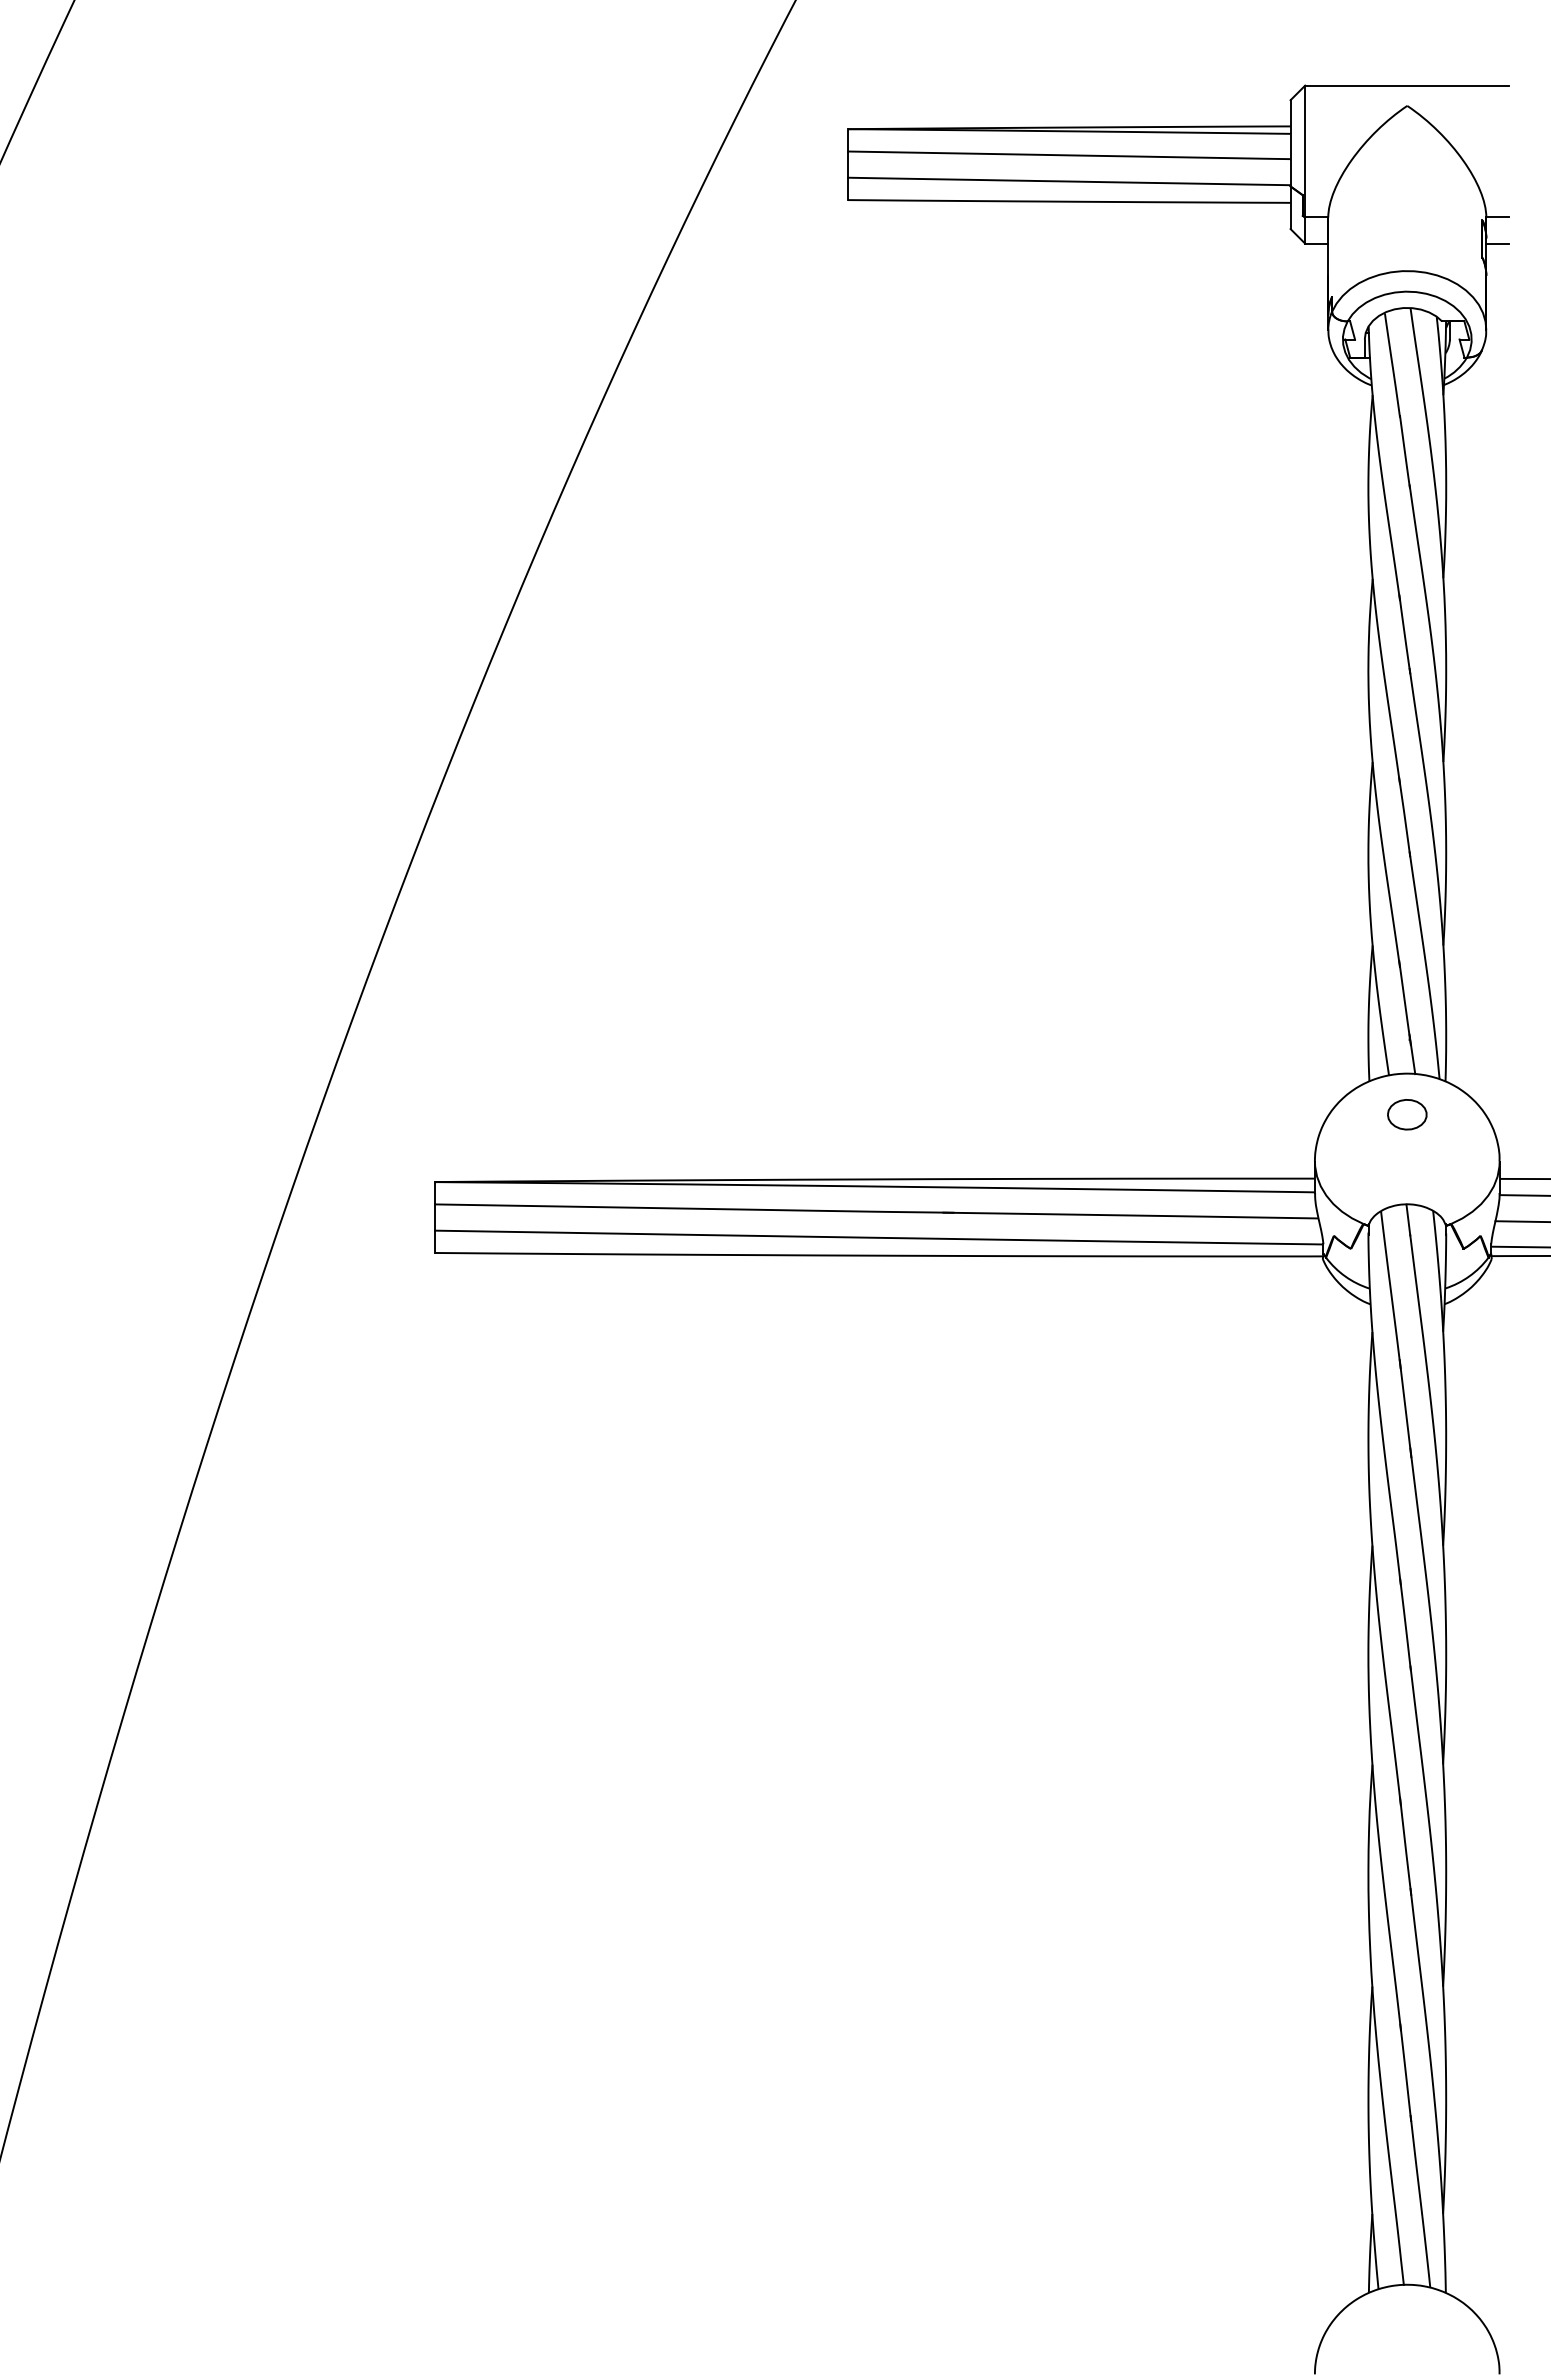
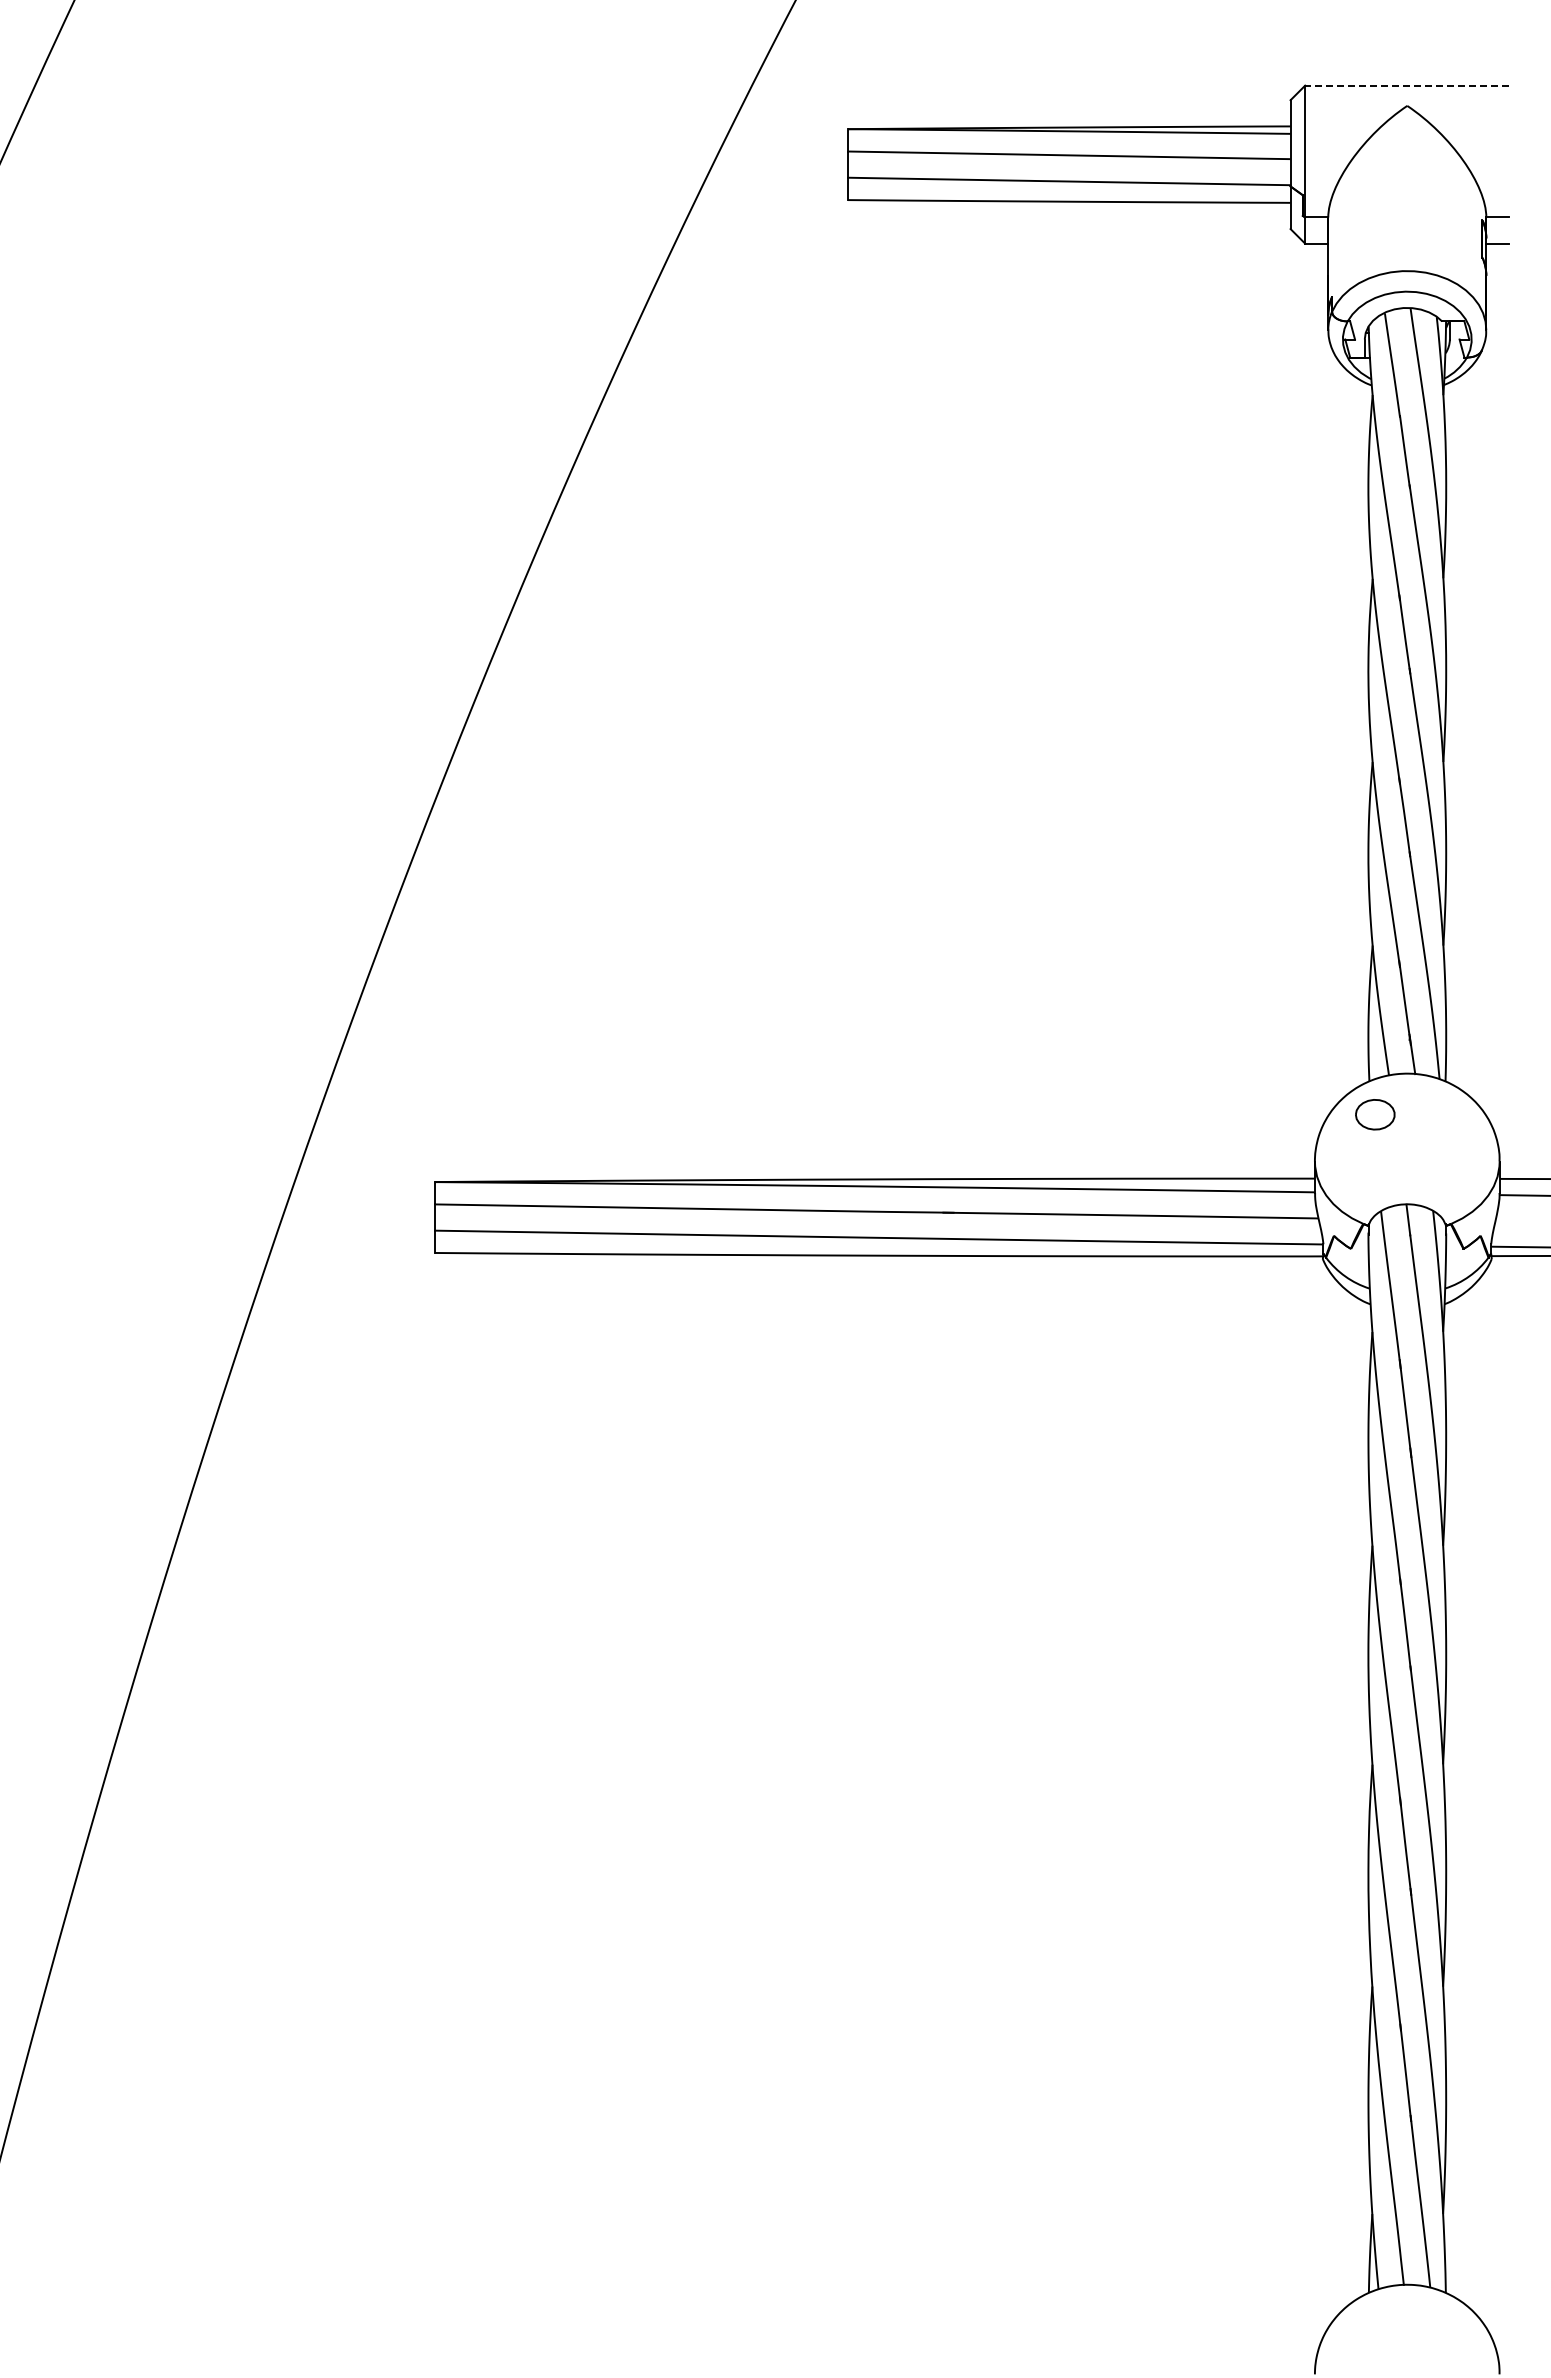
line at (1406, 85): solid -> dashed
part at (1407, 1114) position: (1407, 1114) -> (1375, 1114)
line at (1521, 1221): present -> none
